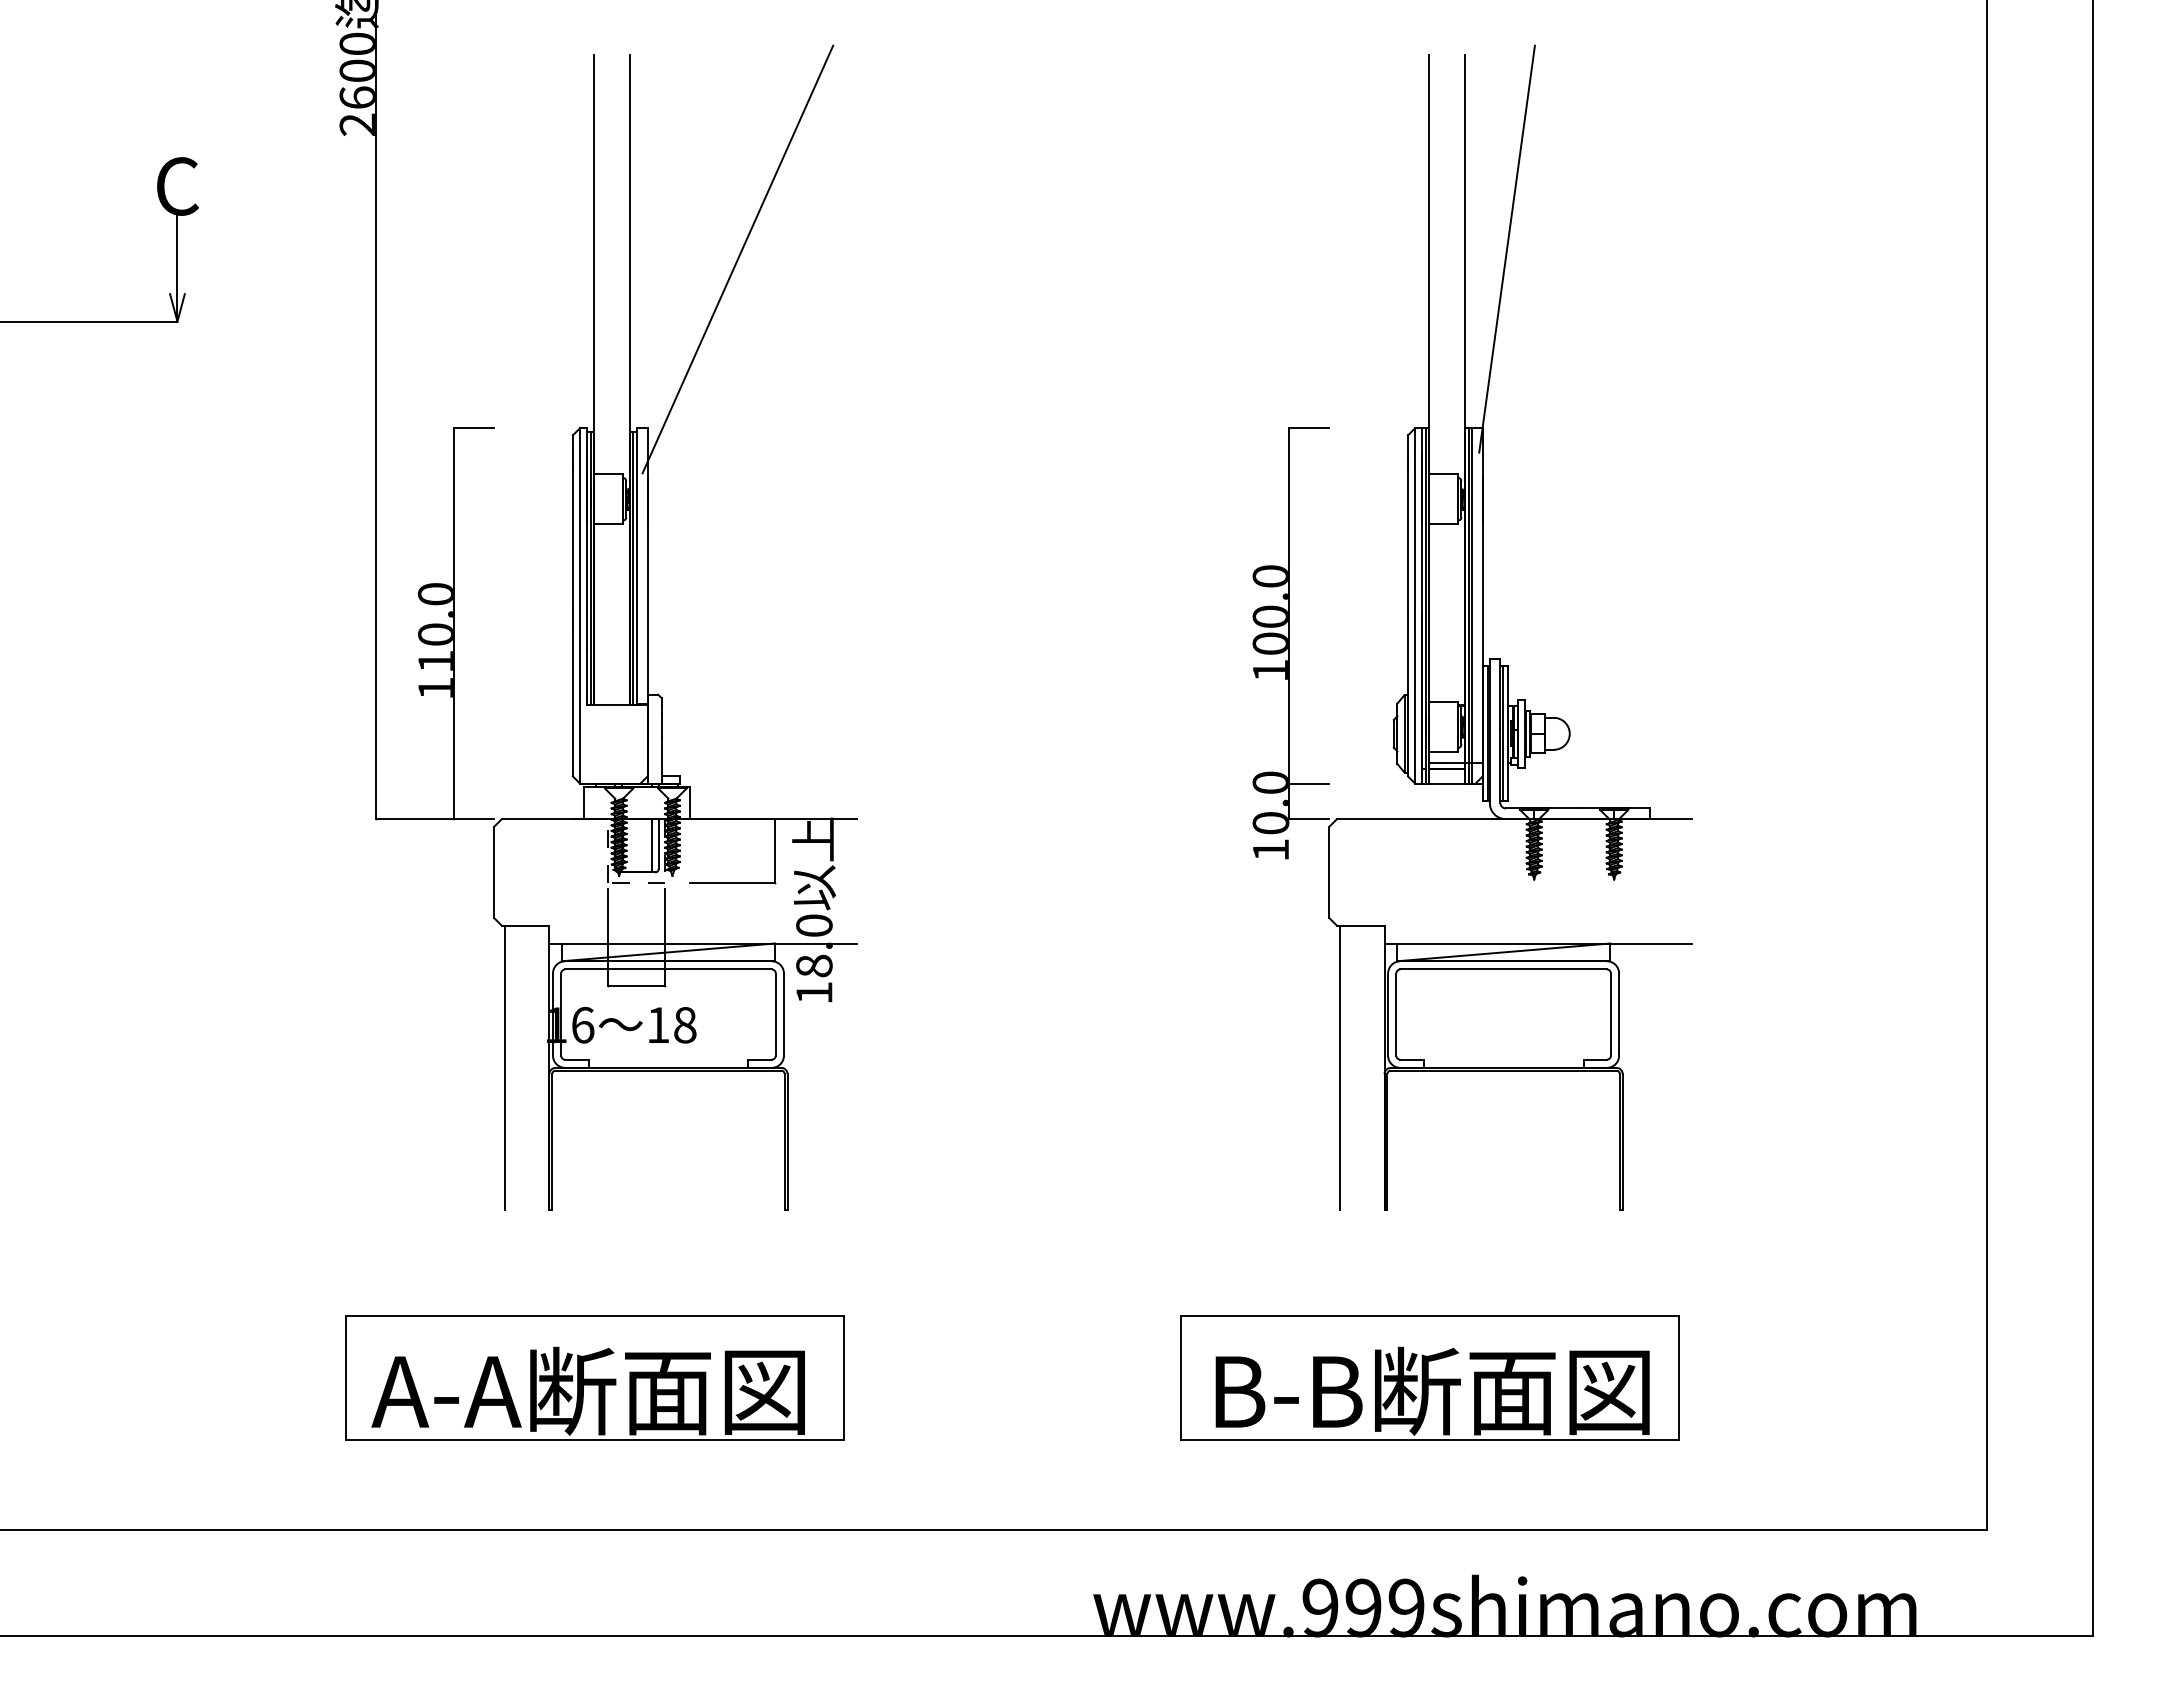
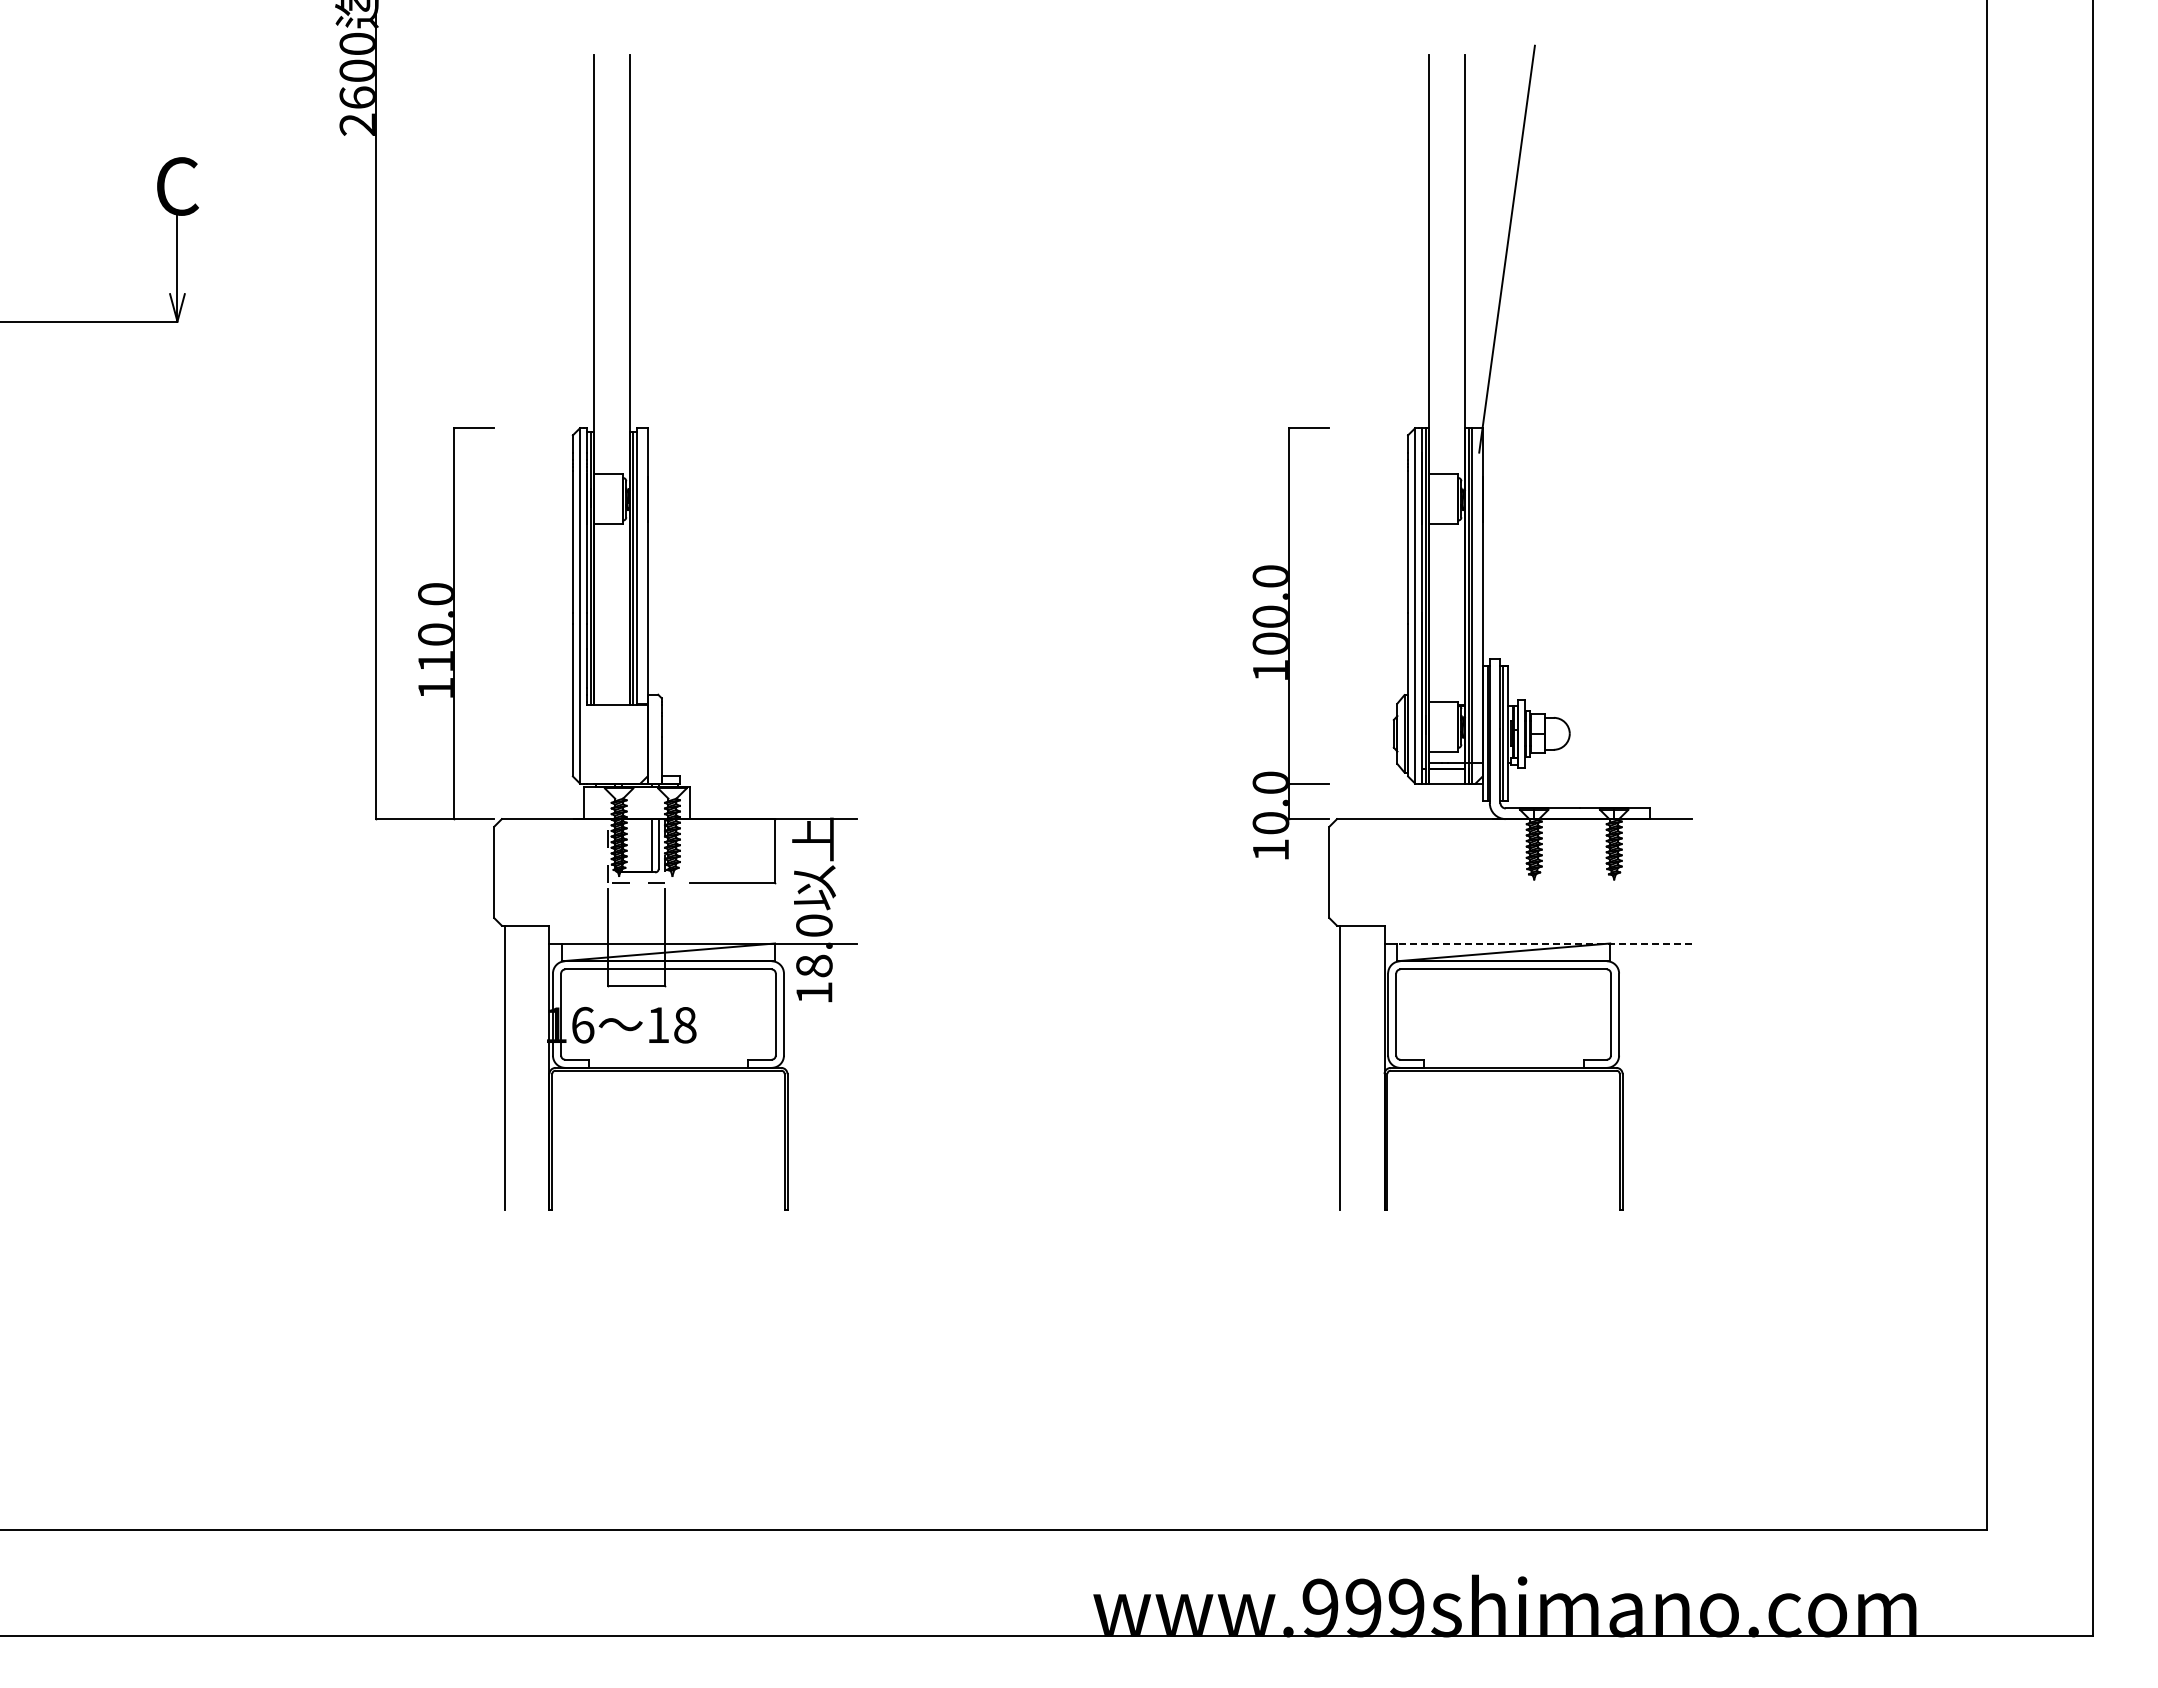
line at (737, 259): present -> none
line at (1544, 943): solid -> dashed
part at (594, 1377): present -> none
part at (1429, 1377): present -> none
